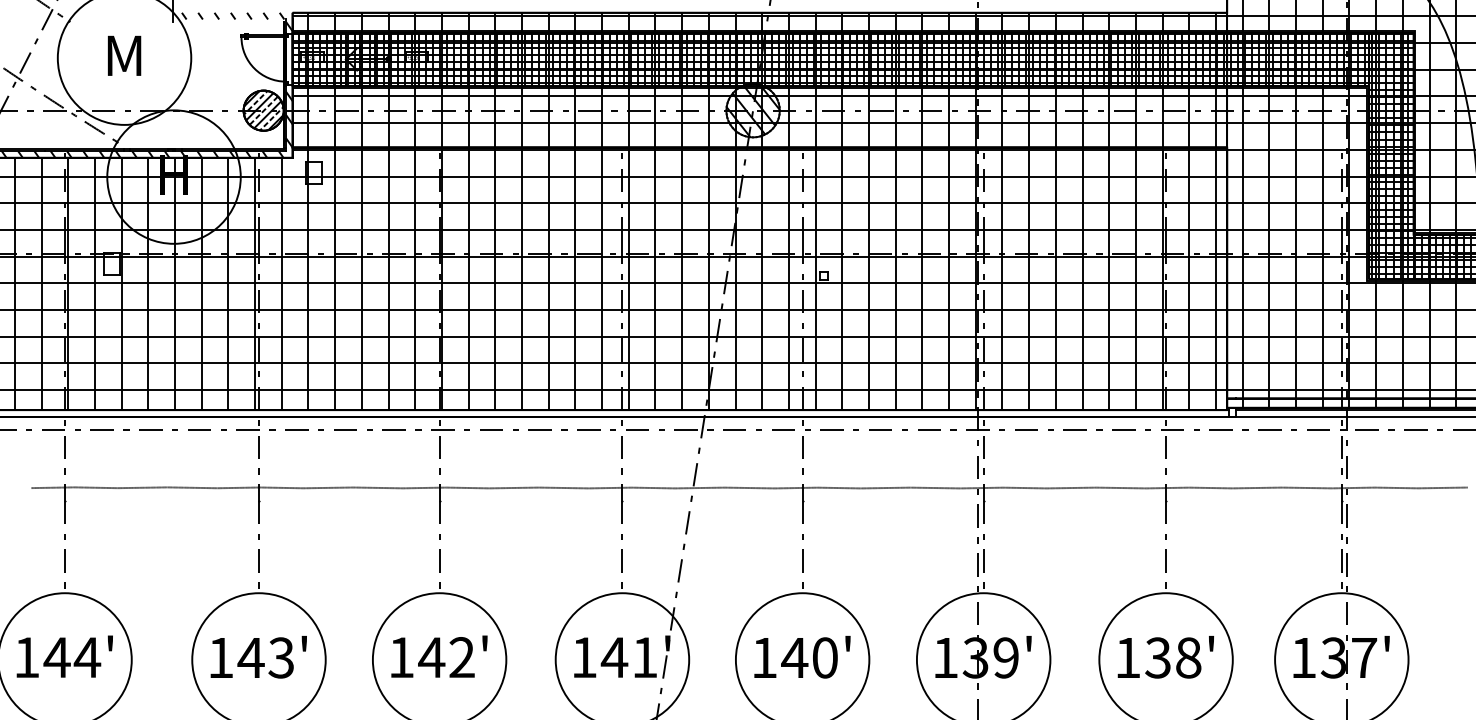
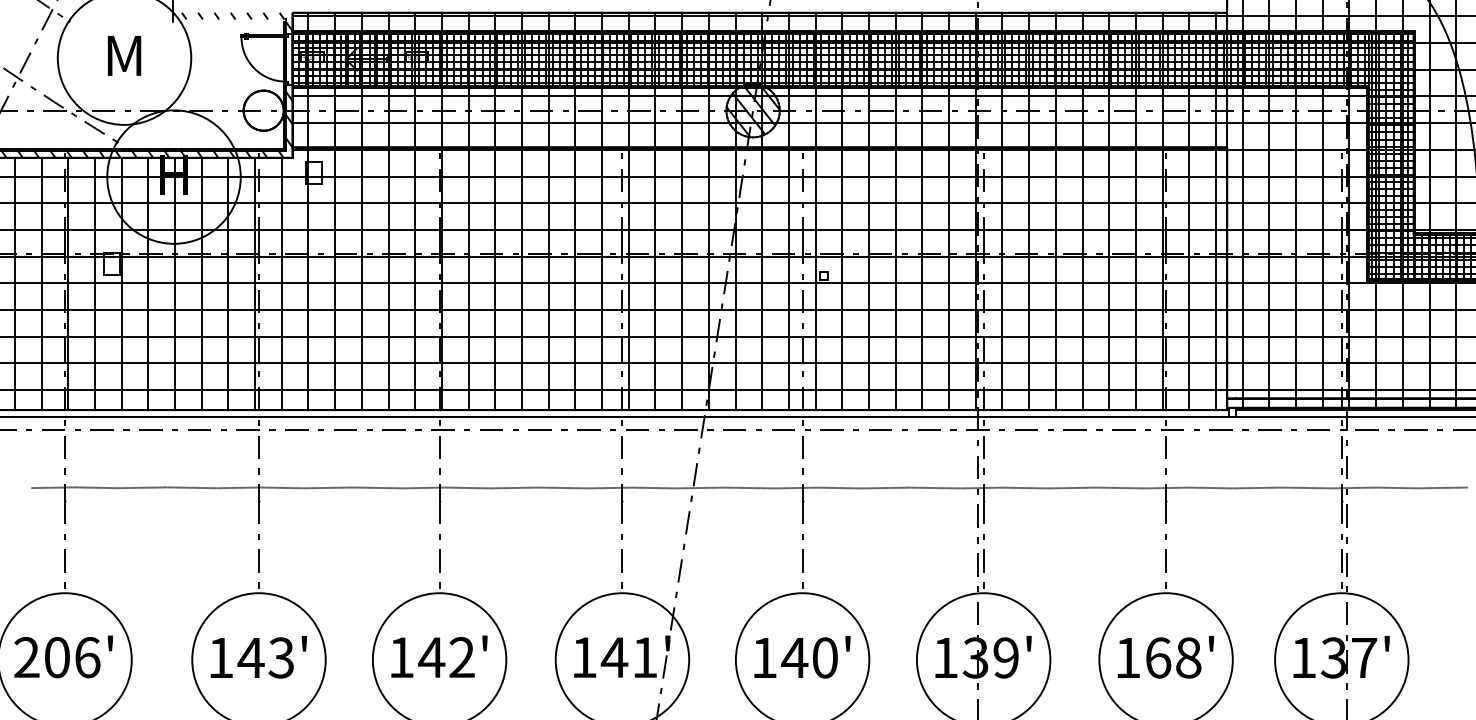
hatch at (263, 110): present -> none
text at (57, 657): 144' -> 206'
text at (1158, 657): 138' -> 168'
